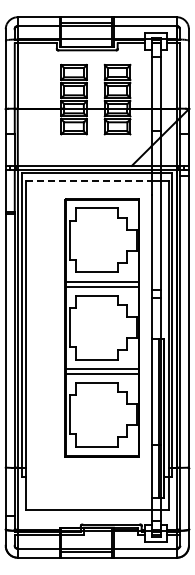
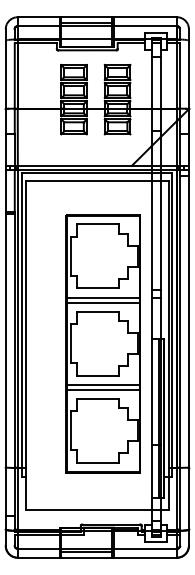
line at (88, 181): dashed -> solid
part at (101, 327) position: (101, 327) -> (102, 343)
